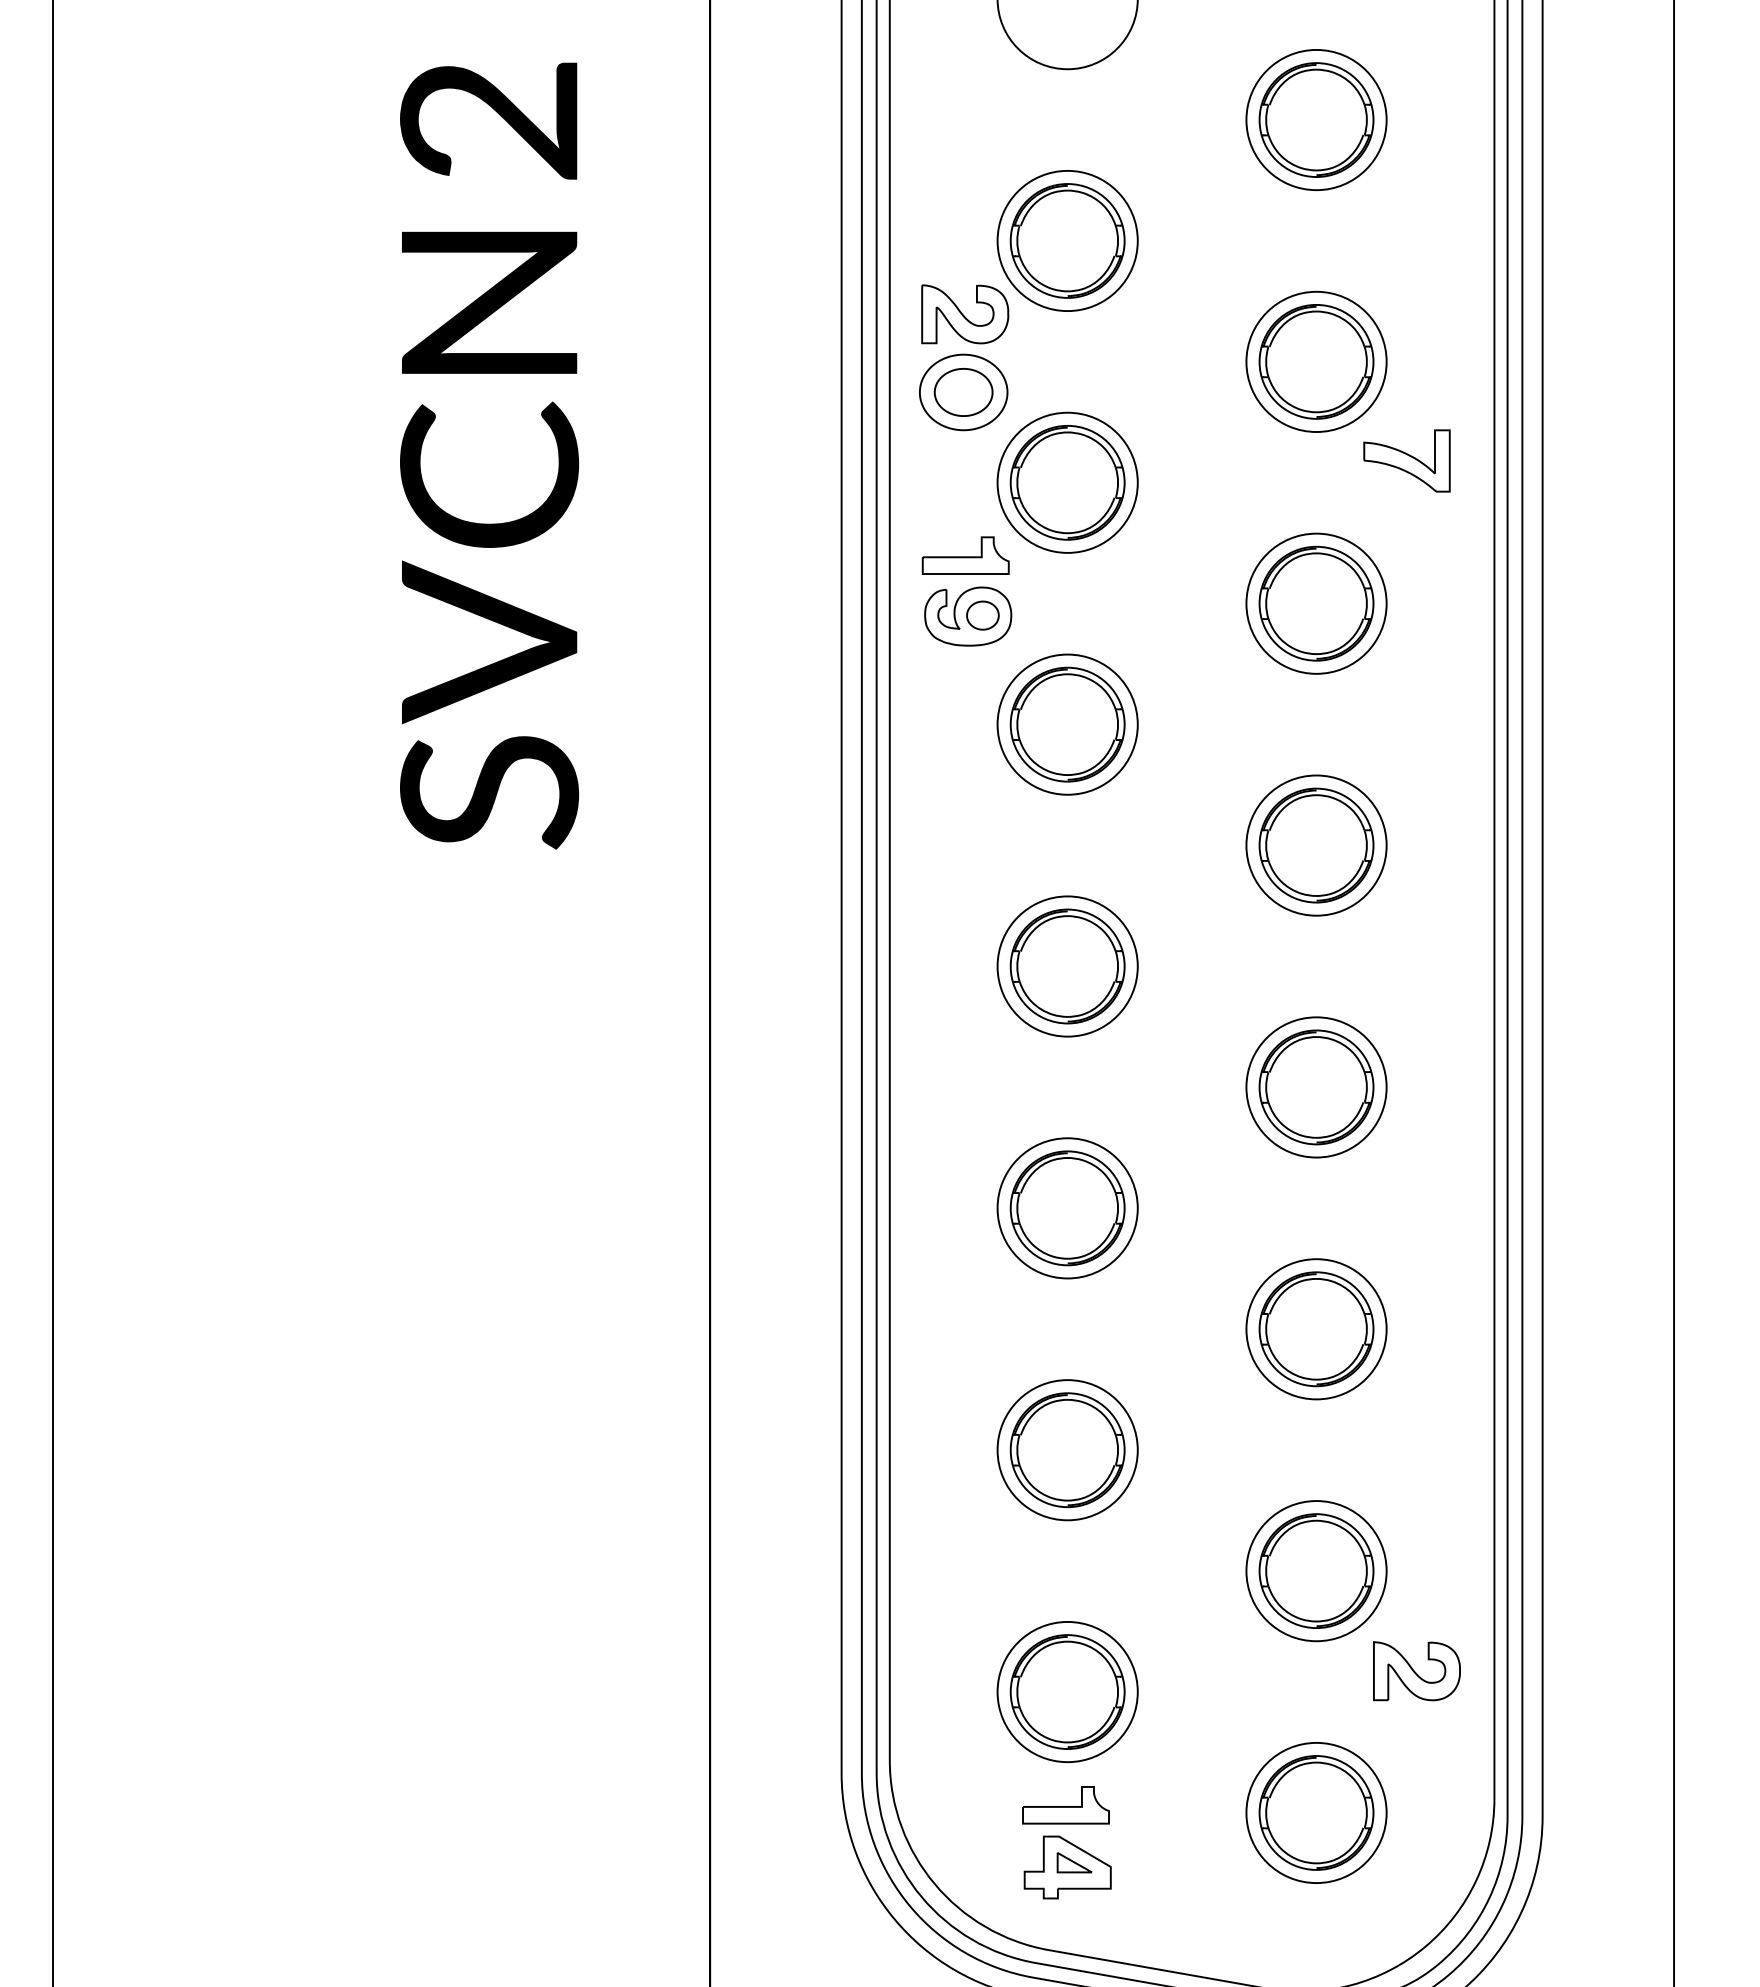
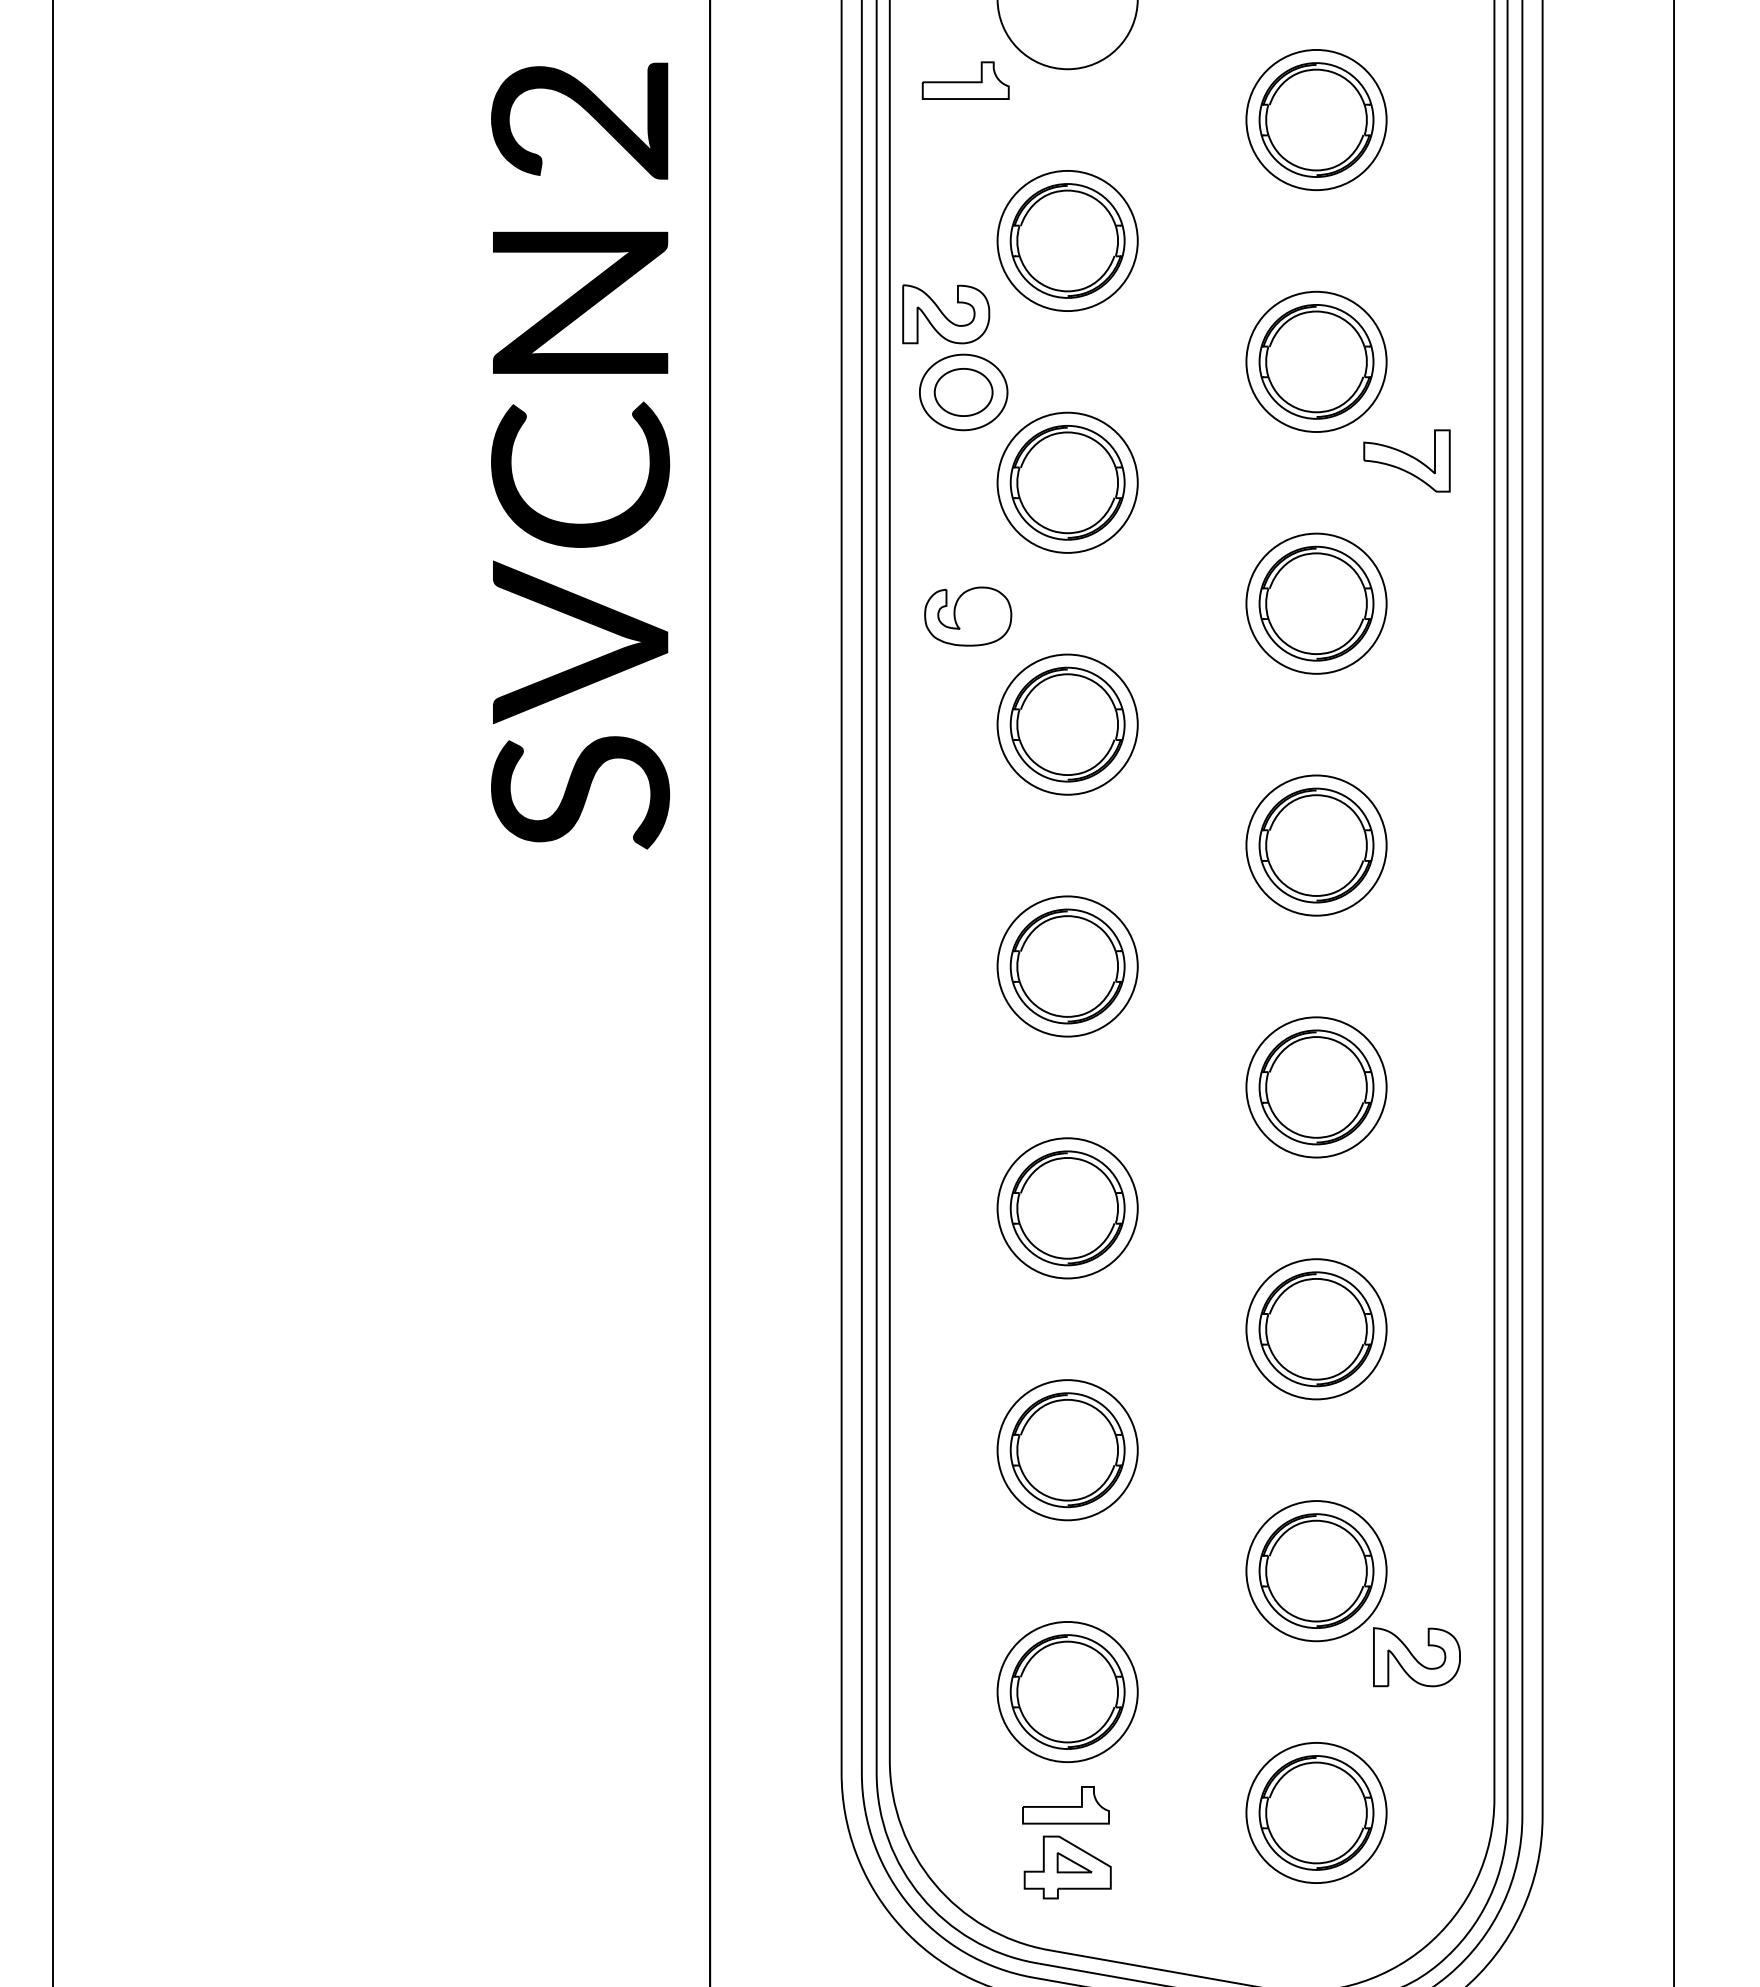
part at (965, 314) position: (965, 314) -> (946, 314)
text at (489, 455) position: (489, 455) -> (580, 455)
part at (965, 555) position: (965, 555) -> (965, 80)
part at (982, 615): present -> none
part at (1416, 1671) position: (1416, 1671) -> (1416, 1657)
